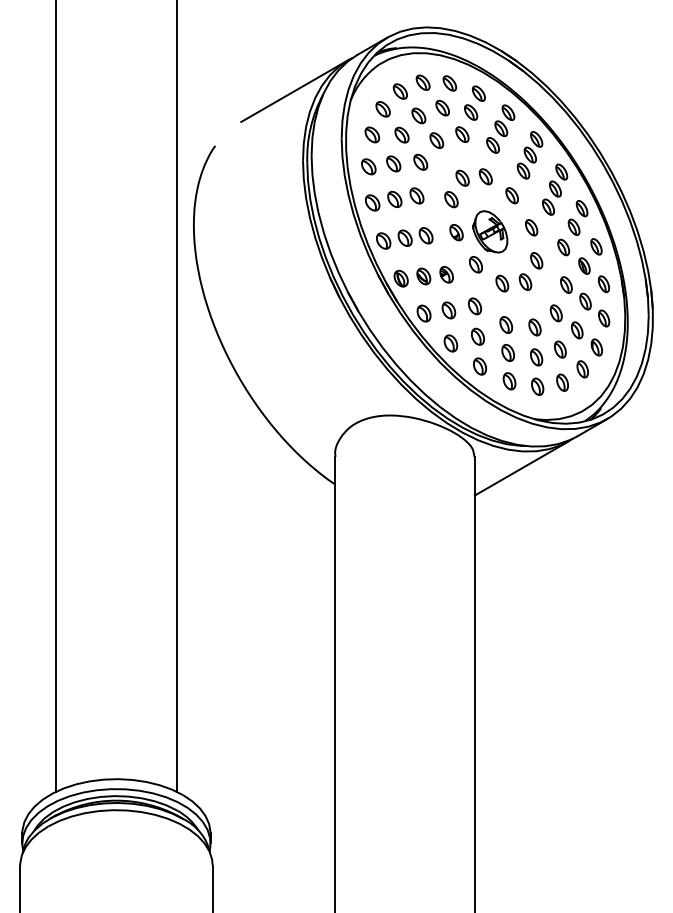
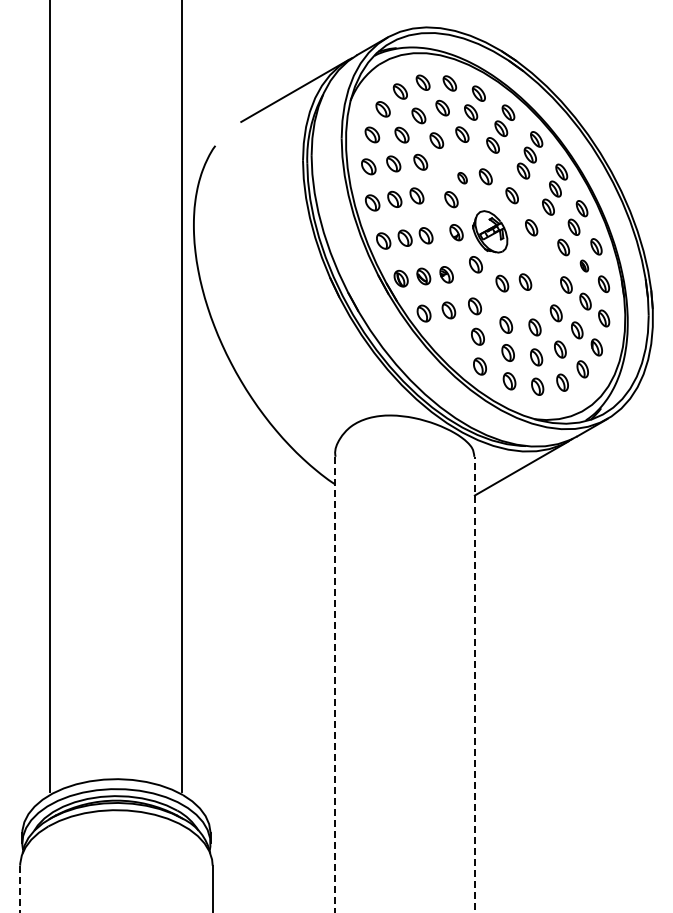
part at (462, 177) size: 15x18 px -> 11x13 px
part at (536, 260): present -> none
part at (584, 265) size: 13x18 px -> 11x14 px
part at (450, 343): present -> none
line at (55, 396) position: (55, 396) -> (49, 396)
line at (177, 396) position: (177, 396) -> (182, 396)
line at (335, 684): solid -> dashed
line at (474, 684): solid -> dashed
line at (20, 889): solid -> dashed
